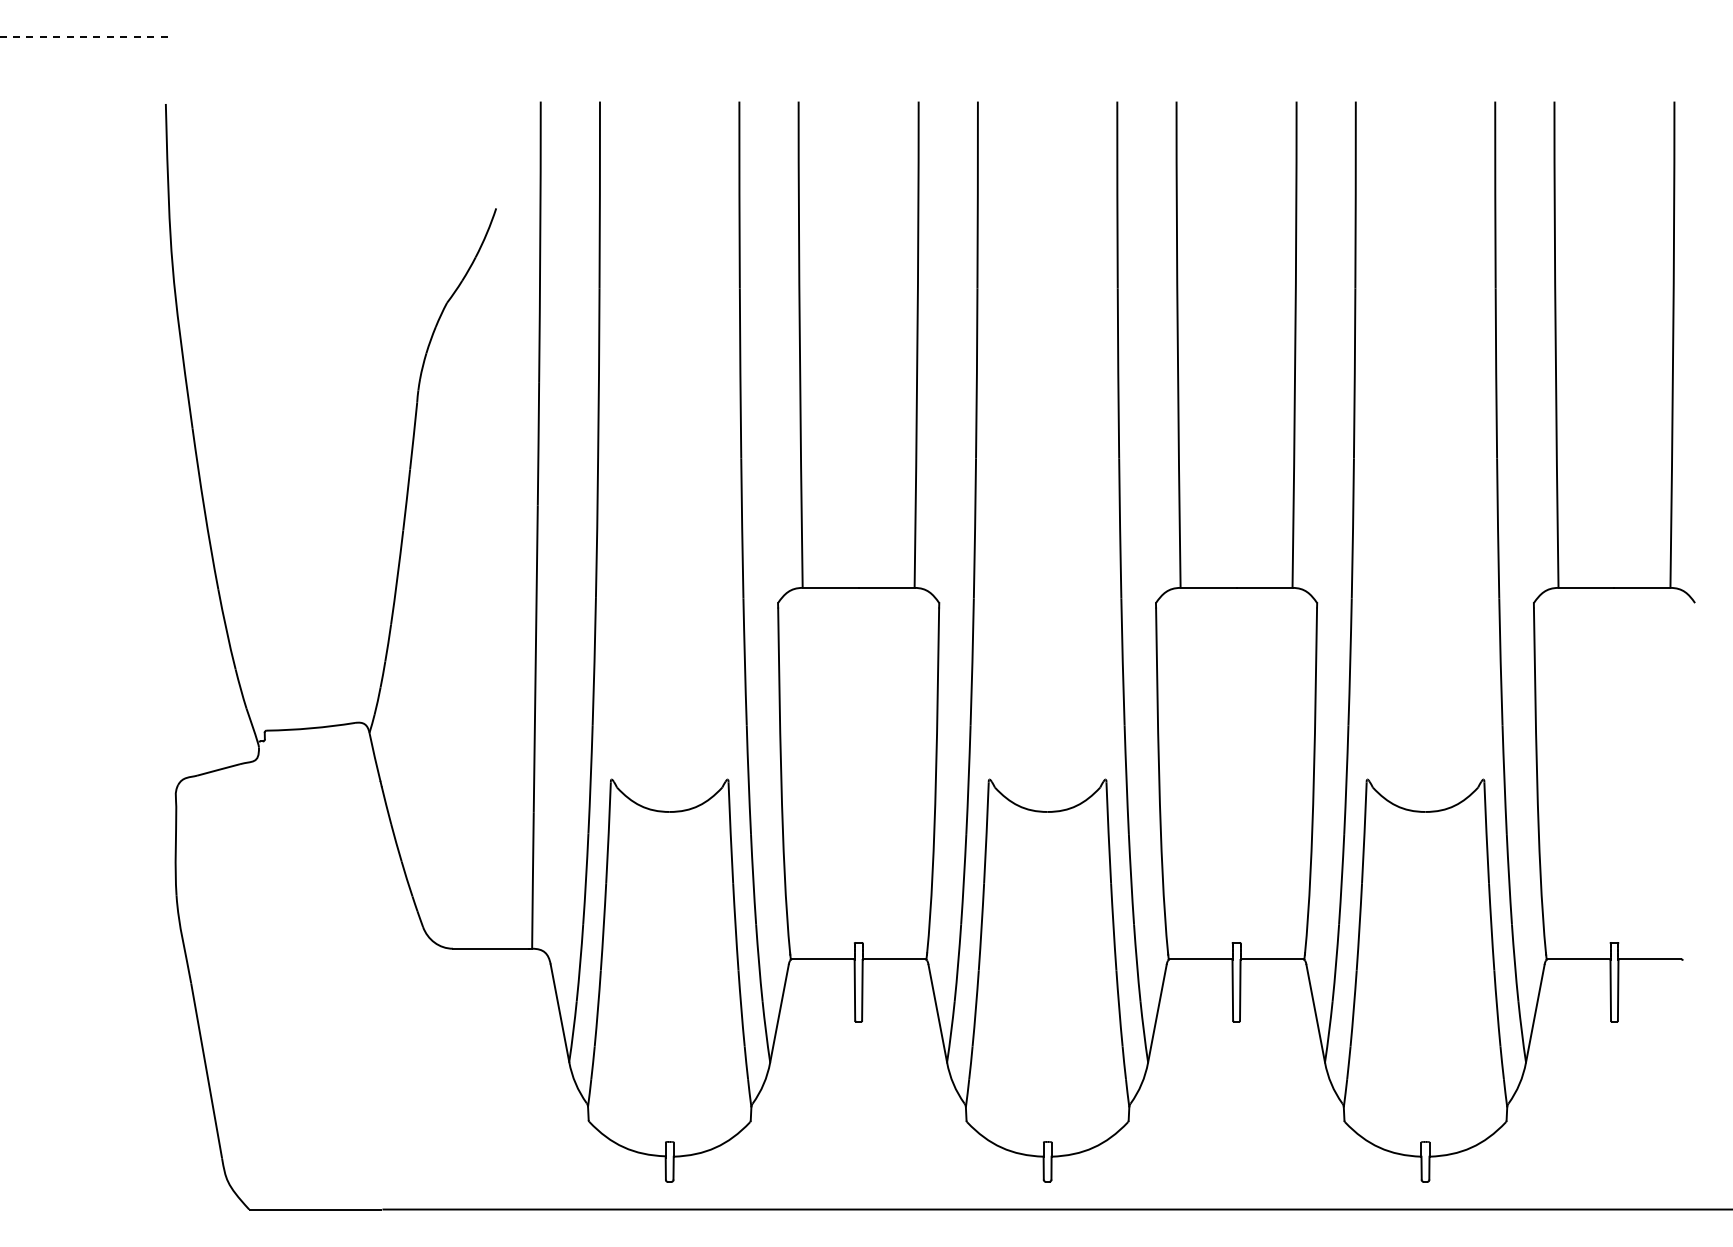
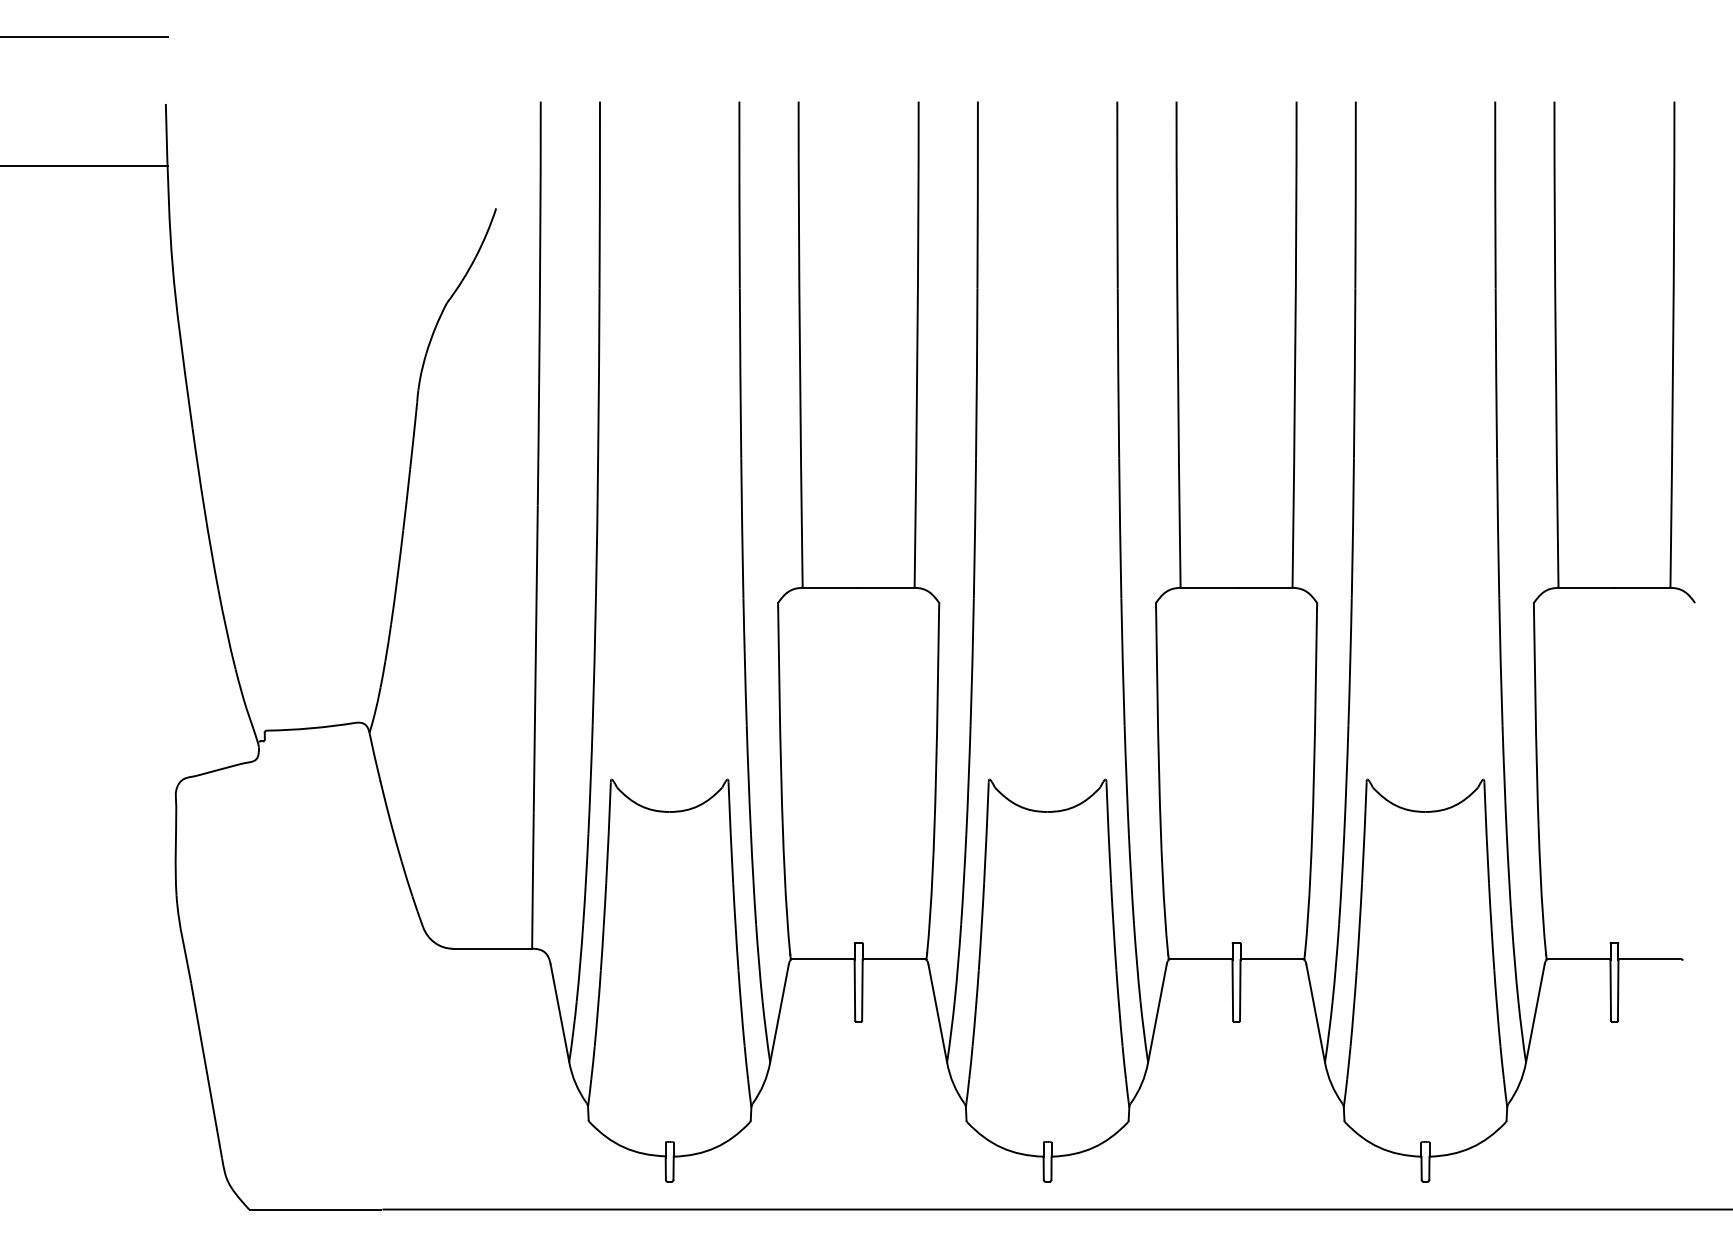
line at (83, 37): dashed -> solid
line at (84, 165): none -> present
